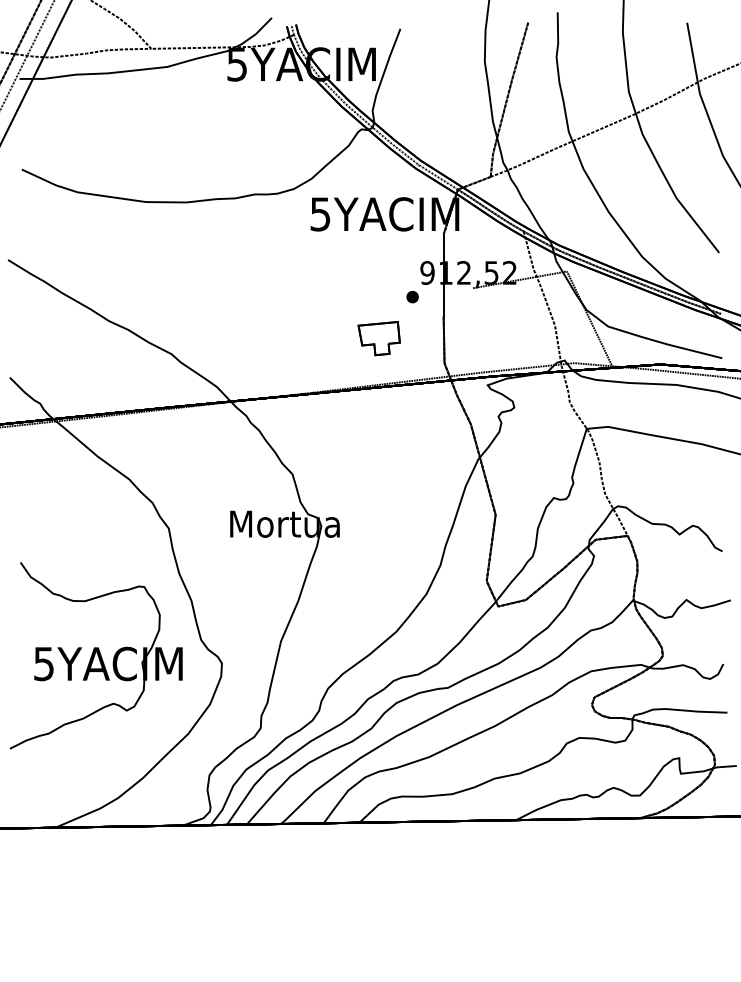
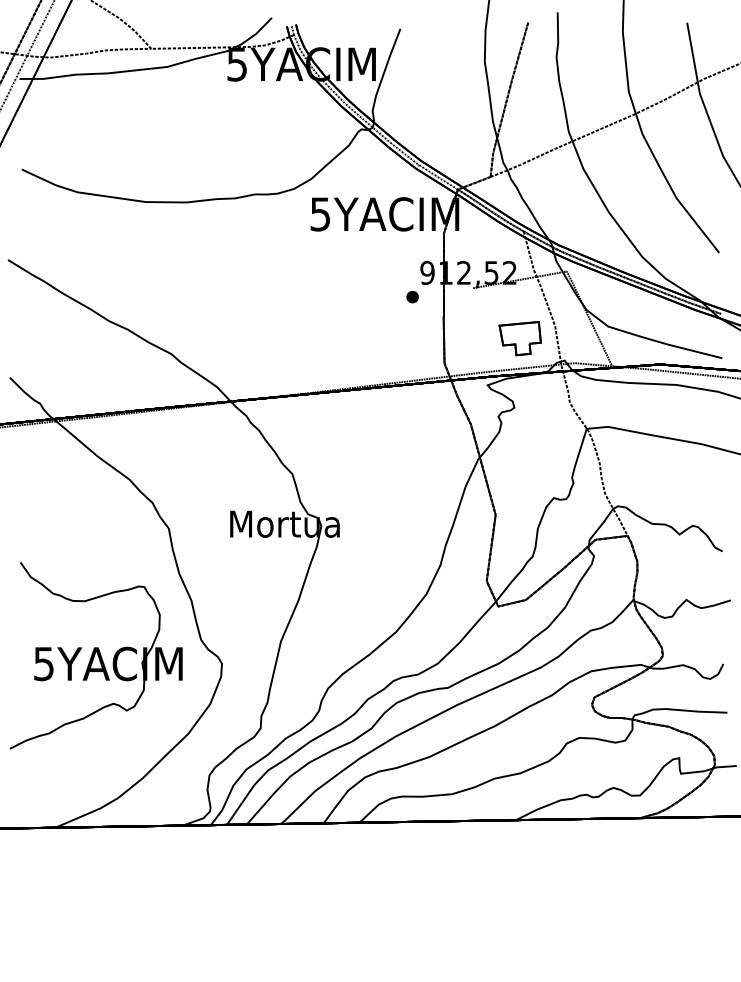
part at (378, 338) position: (378, 338) -> (519, 338)
